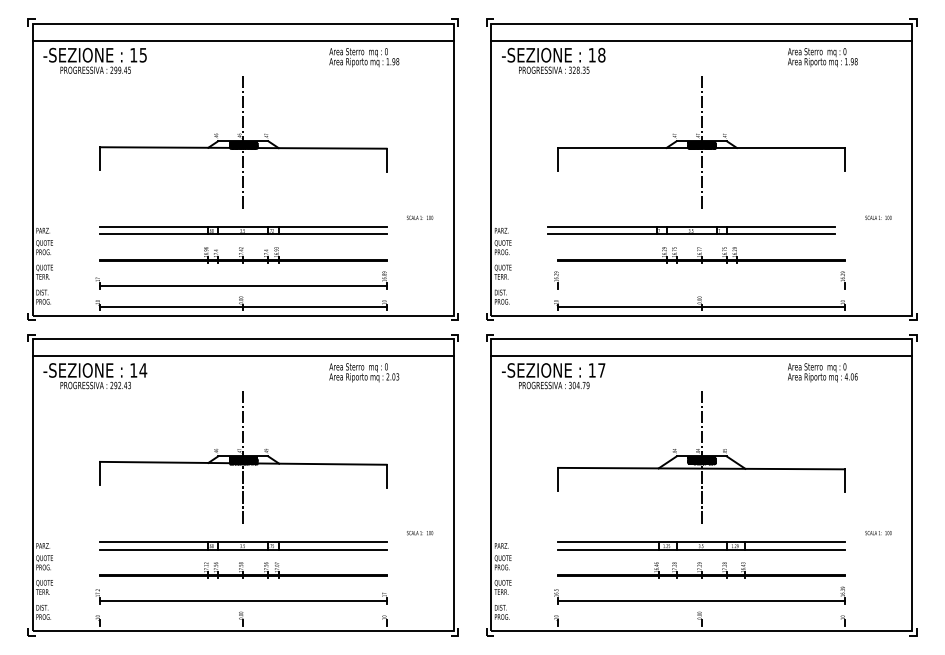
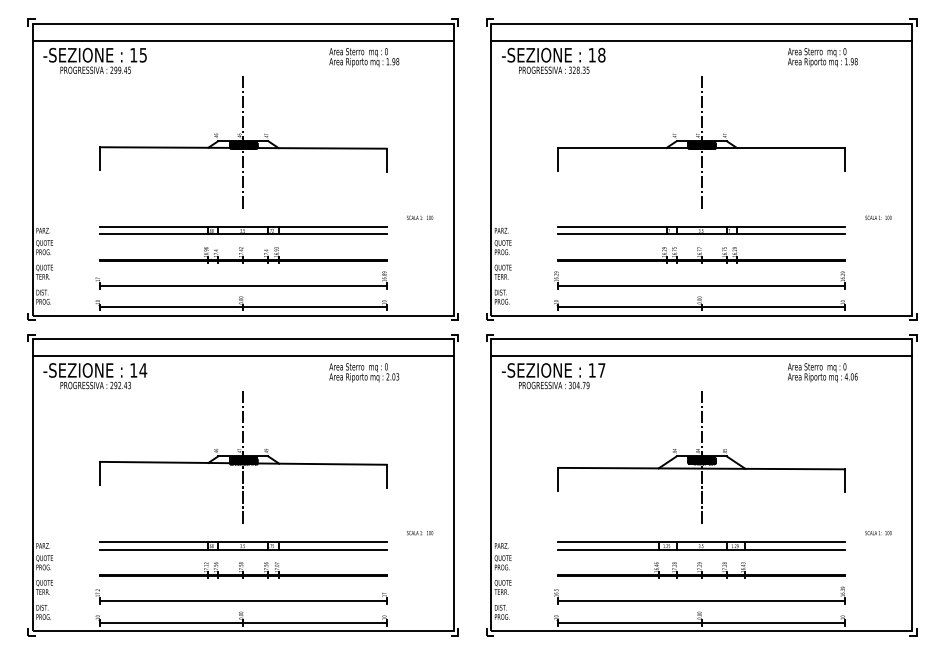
part at (691, 230) position: (691, 230) -> (701, 230)
line at (701, 285): none -> present
line at (242, 622): none -> present
line at (701, 622): none -> present
